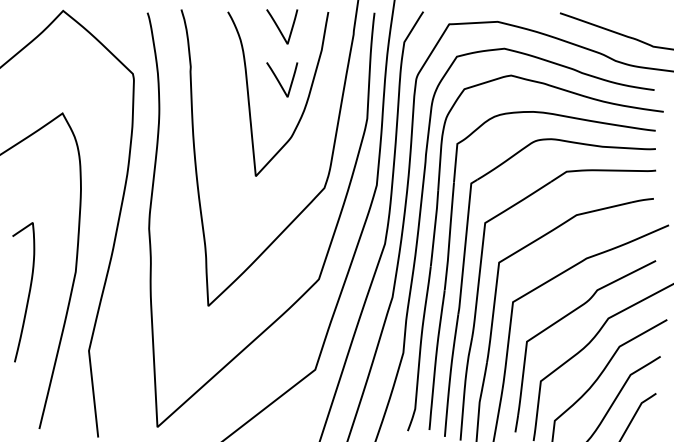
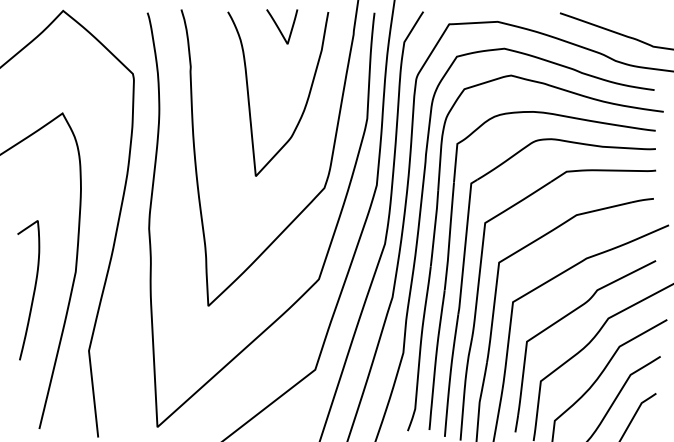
curve at (279, 80): present -> none
curve at (28, 292) position: (28, 292) -> (33, 290)
